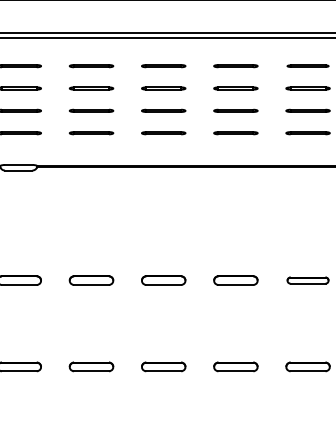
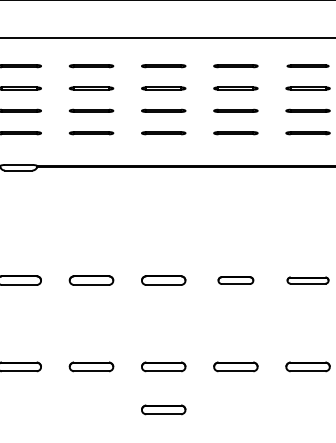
line at (167, 33): present -> none
part at (235, 280) size: 46x11 px -> 38x9 px
part at (163, 409): none -> present
